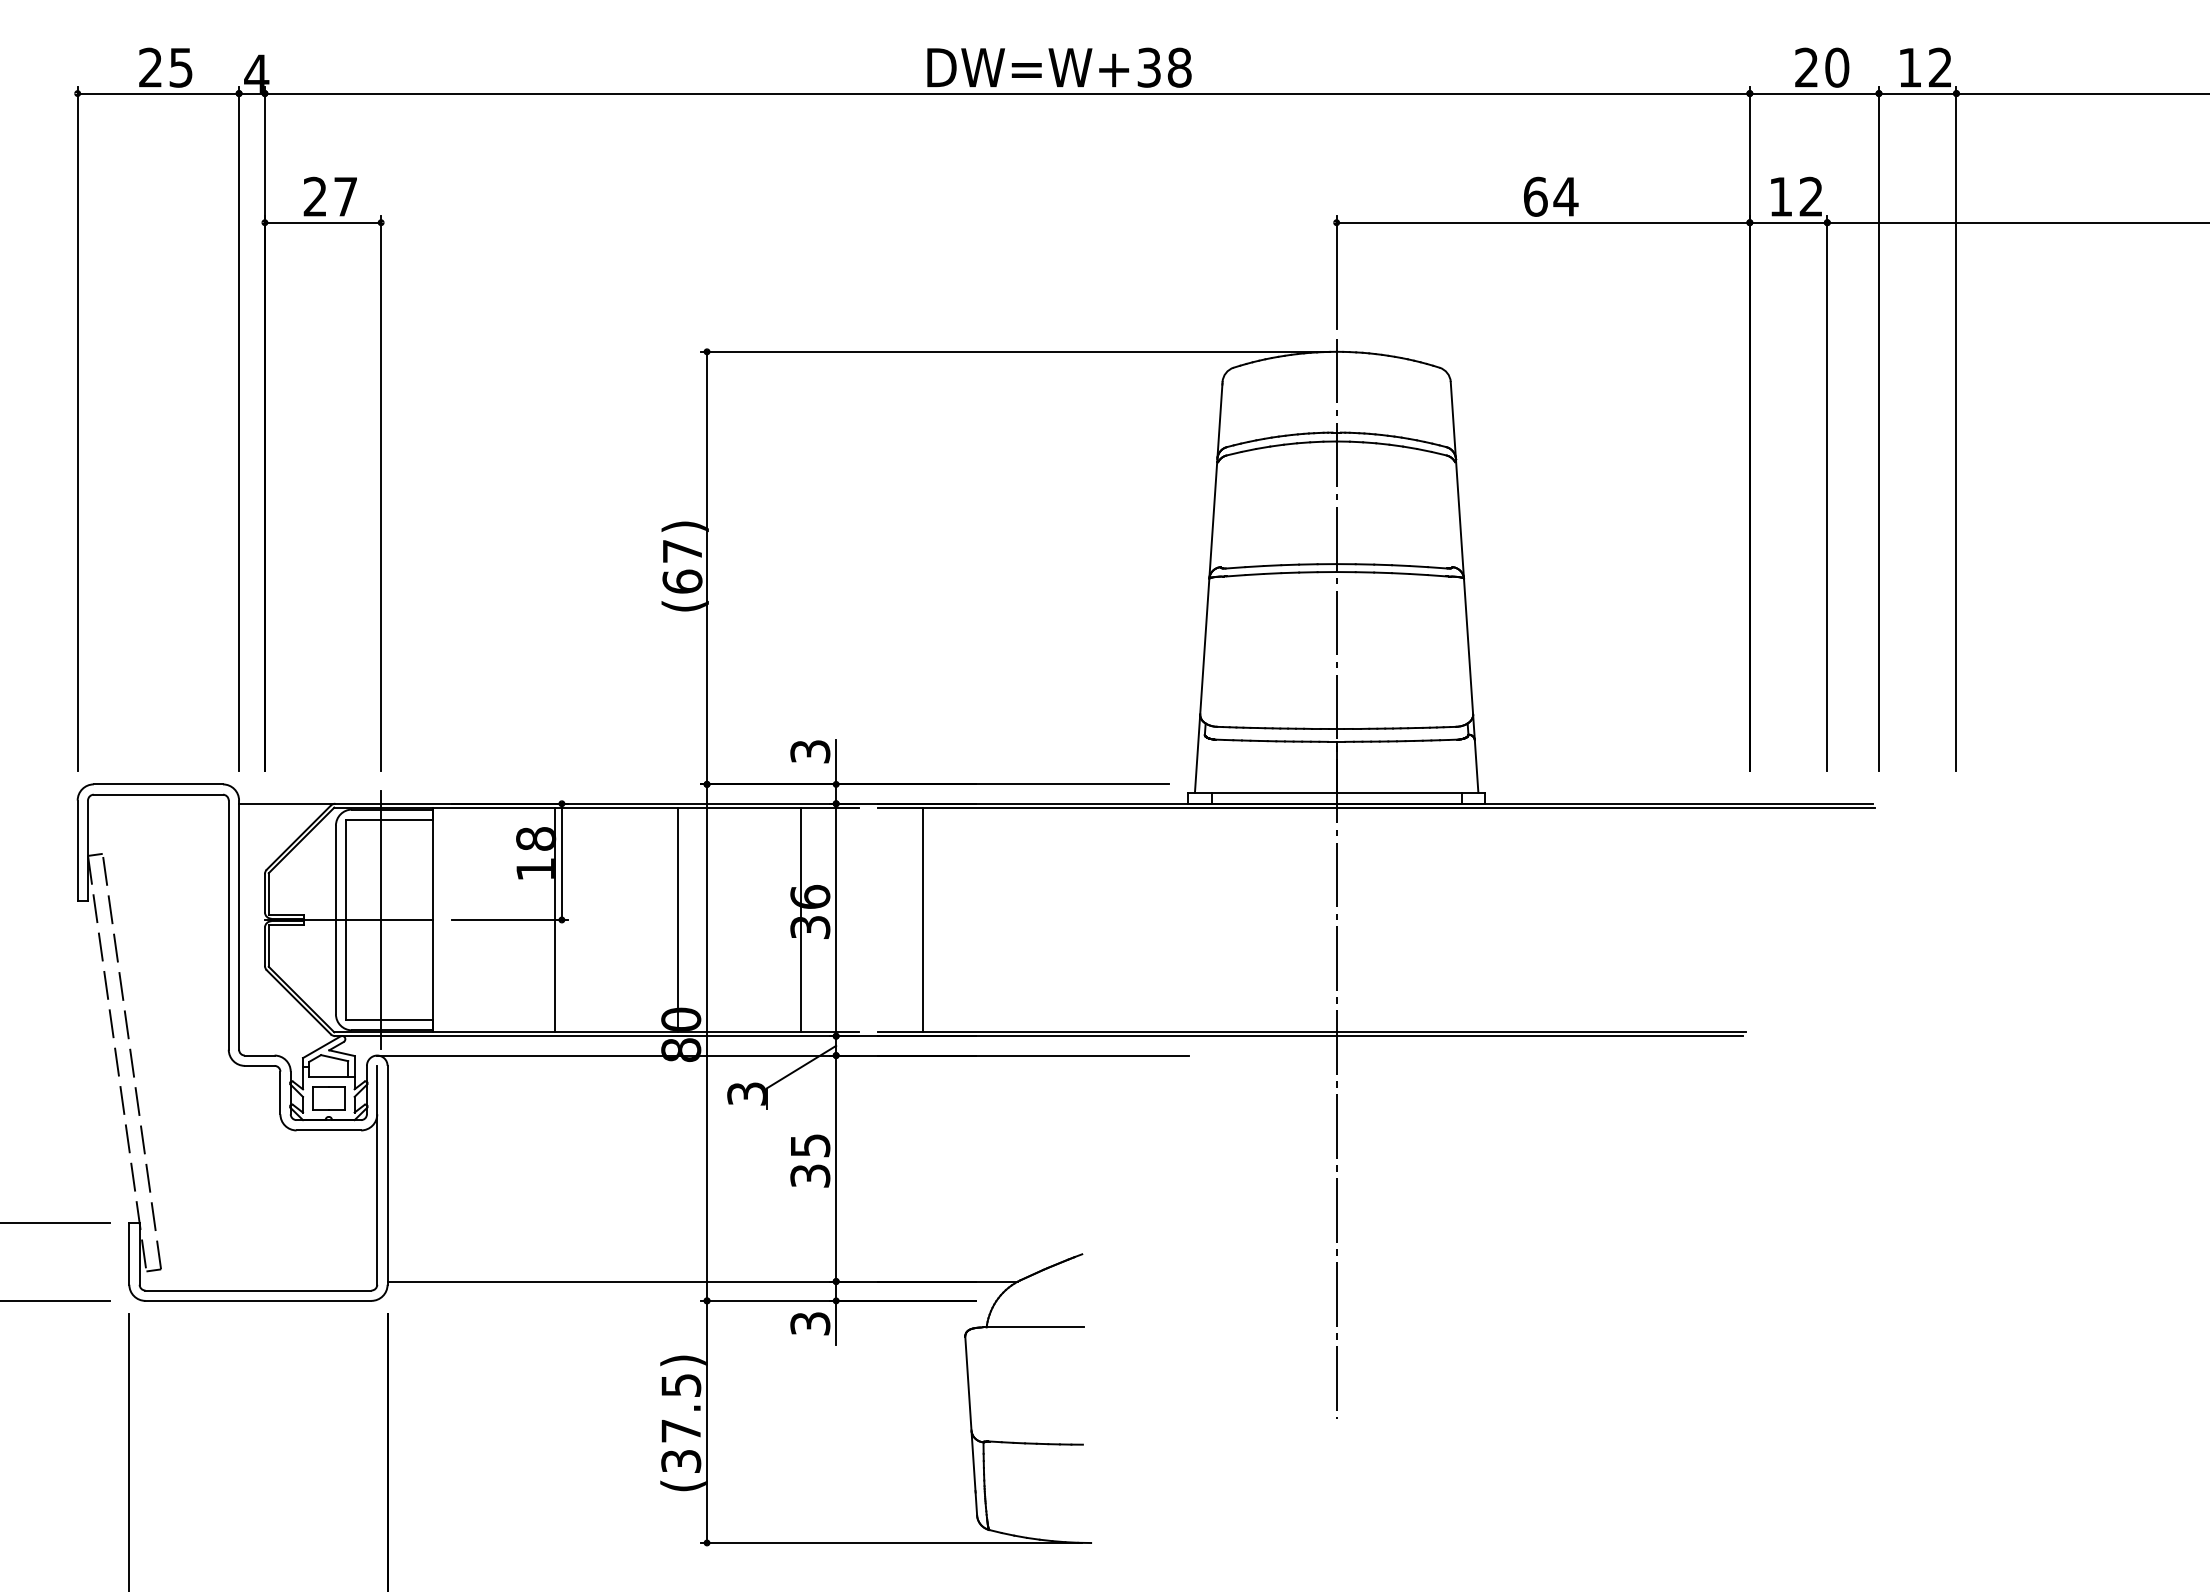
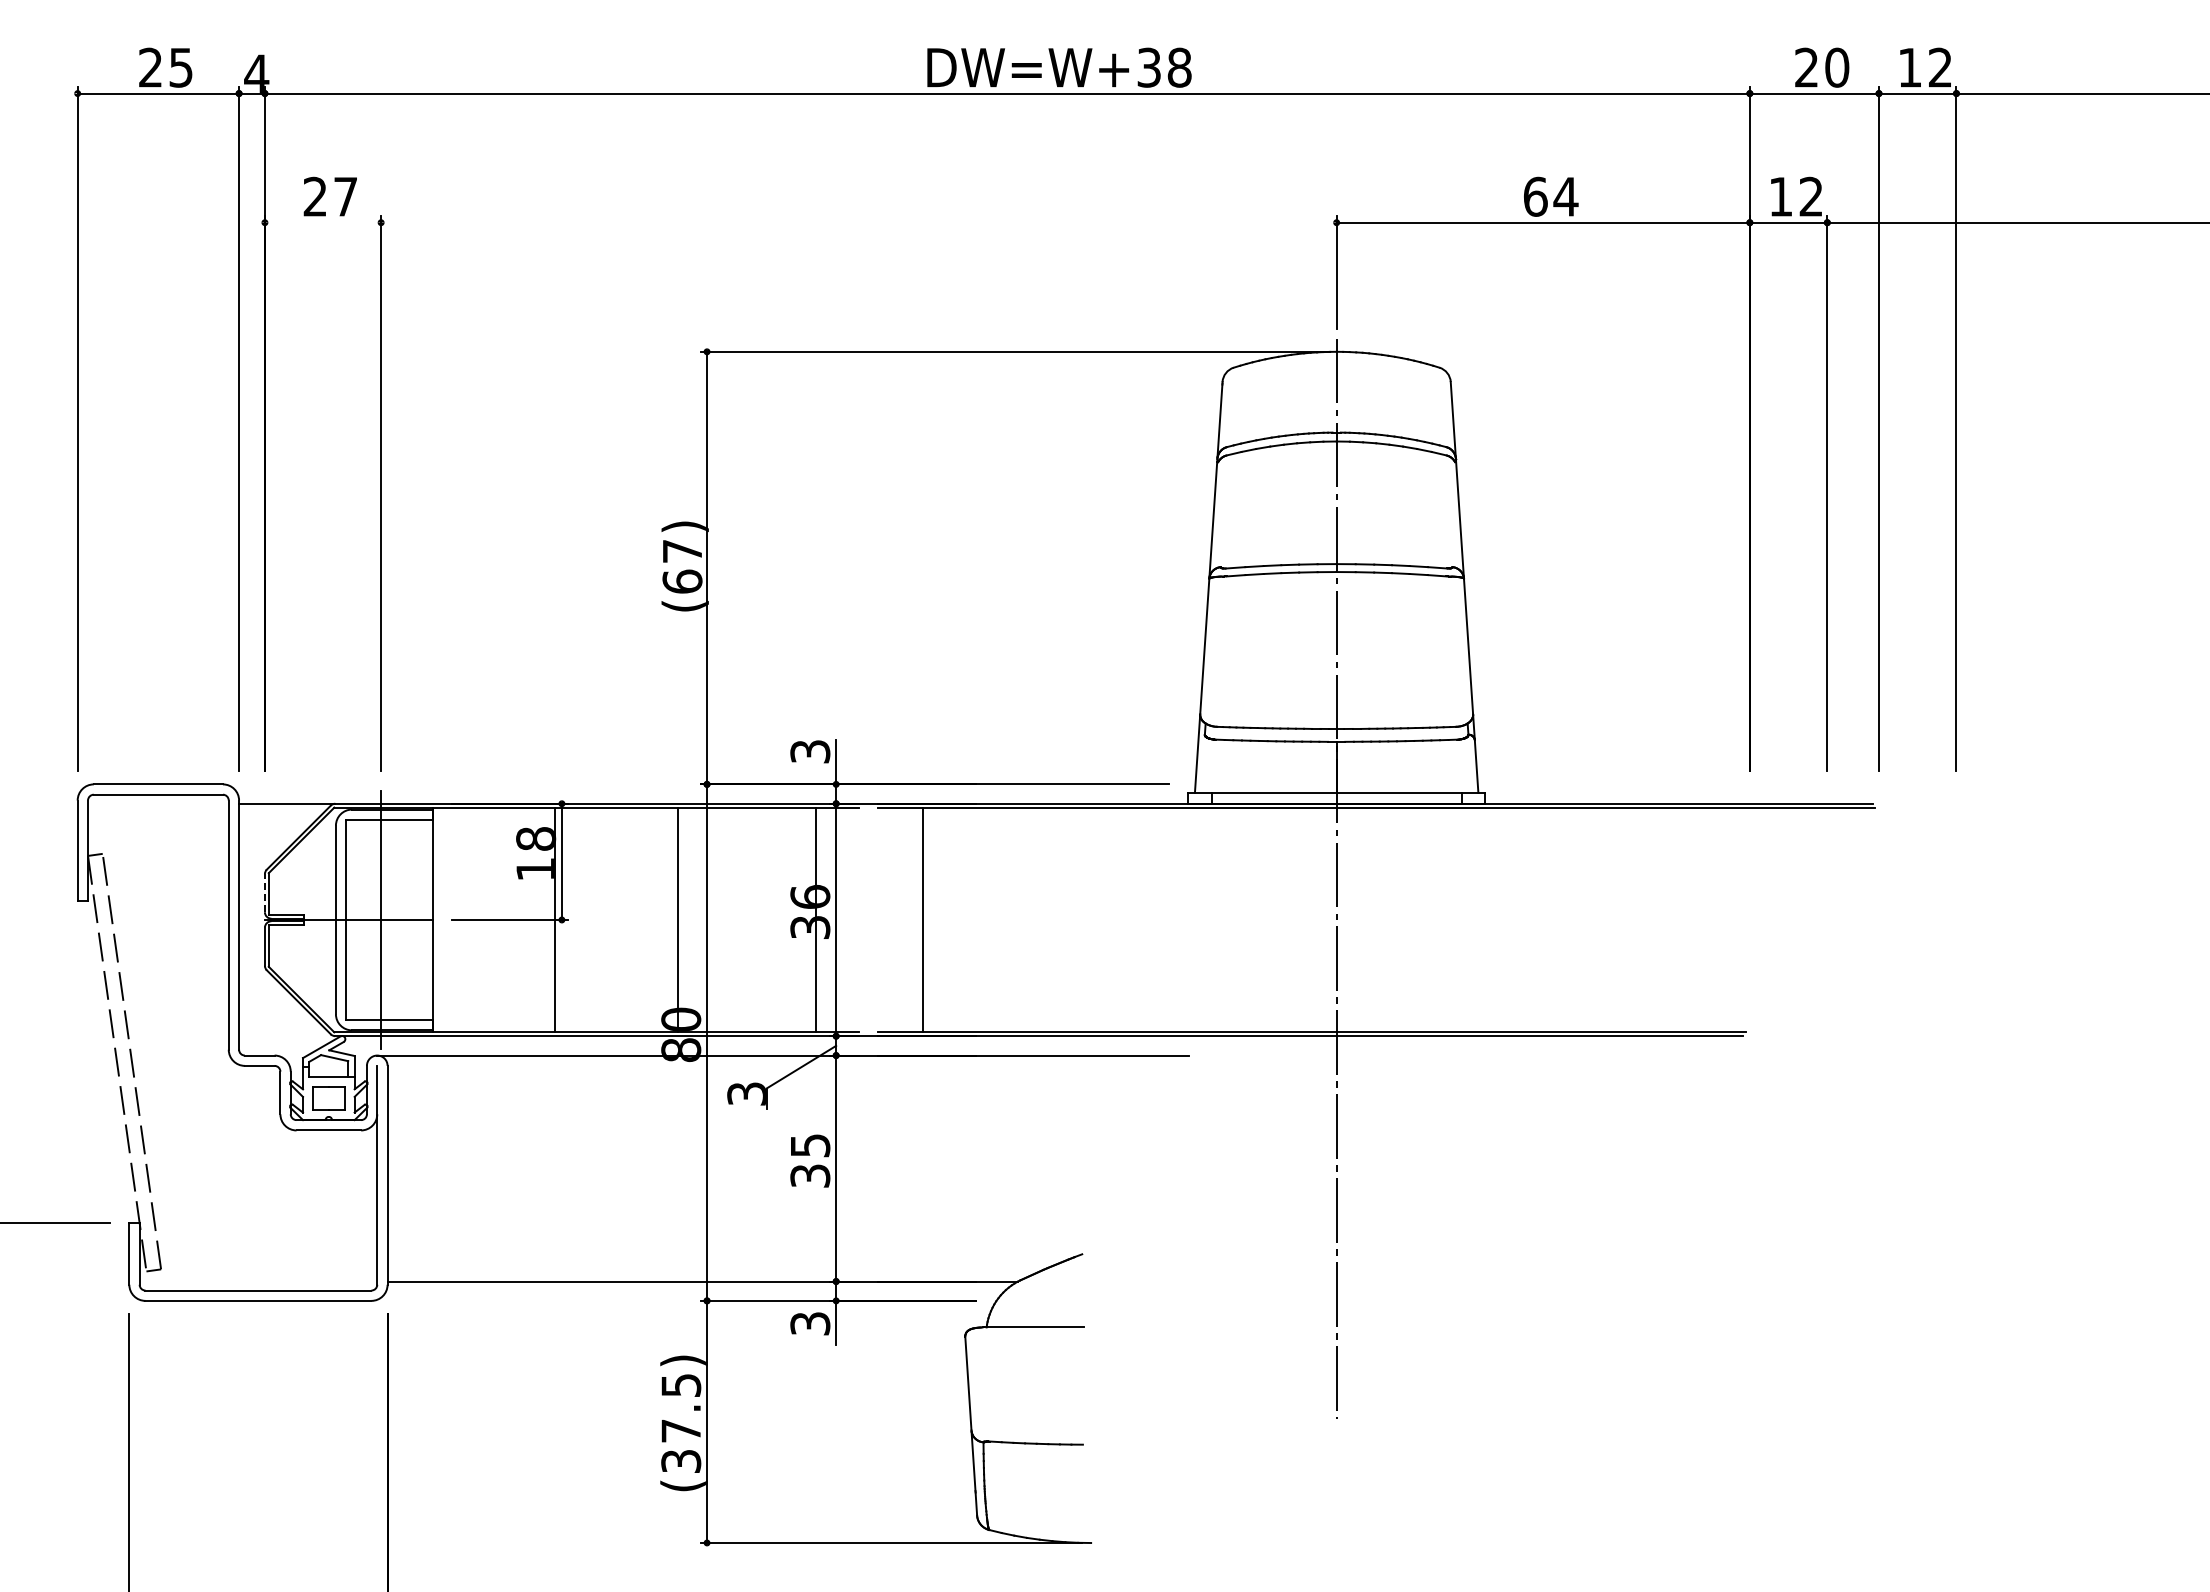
line at (322, 222): present -> none
line at (264, 892): solid -> dashed
line at (800, 919) position: (800, 919) -> (815, 919)
line at (55, 1300): present -> none
